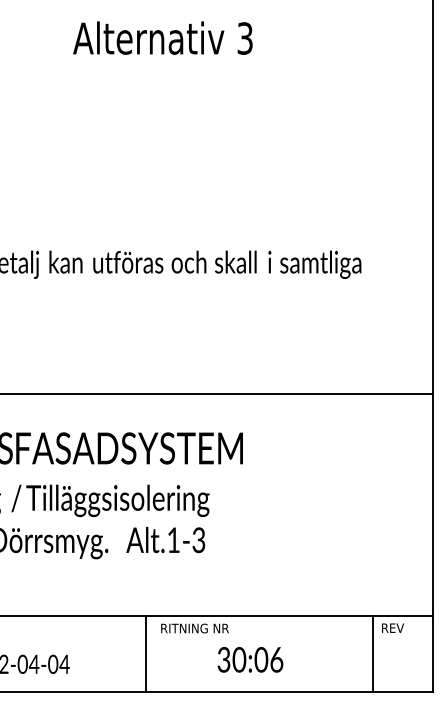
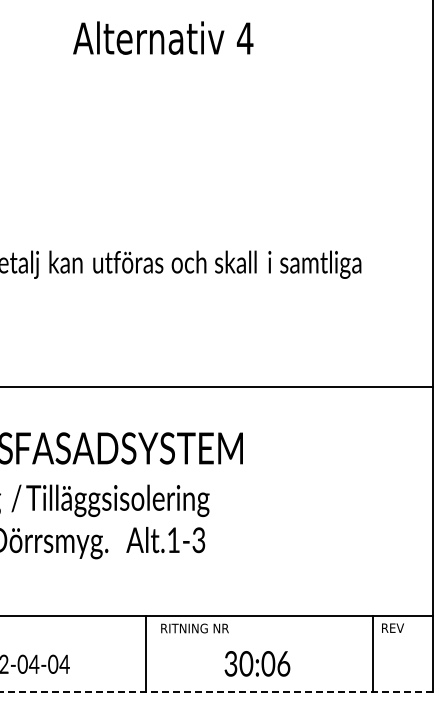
text at (244, 38): 3 -> 4
line at (217, 394) position: (217, 394) -> (217, 387)
text at (250, 659) position: (250, 659) -> (257, 663)
line at (217, 691): solid -> dashed
